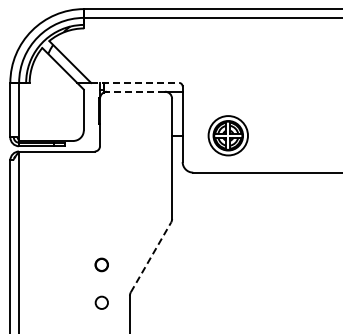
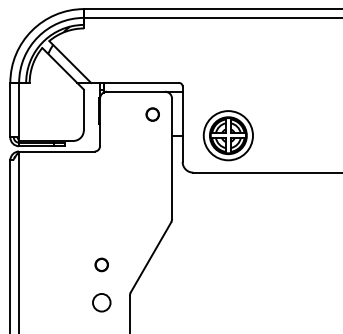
line at (135, 82): dashed -> solid
line at (135, 91): dashed -> solid
circle at (152, 114): none -> present
part at (227, 135) size: 42x42 px -> 52x52 px
line at (151, 256): dashed -> solid
circle at (101, 302) size: 15x15 px -> 20x20 px
